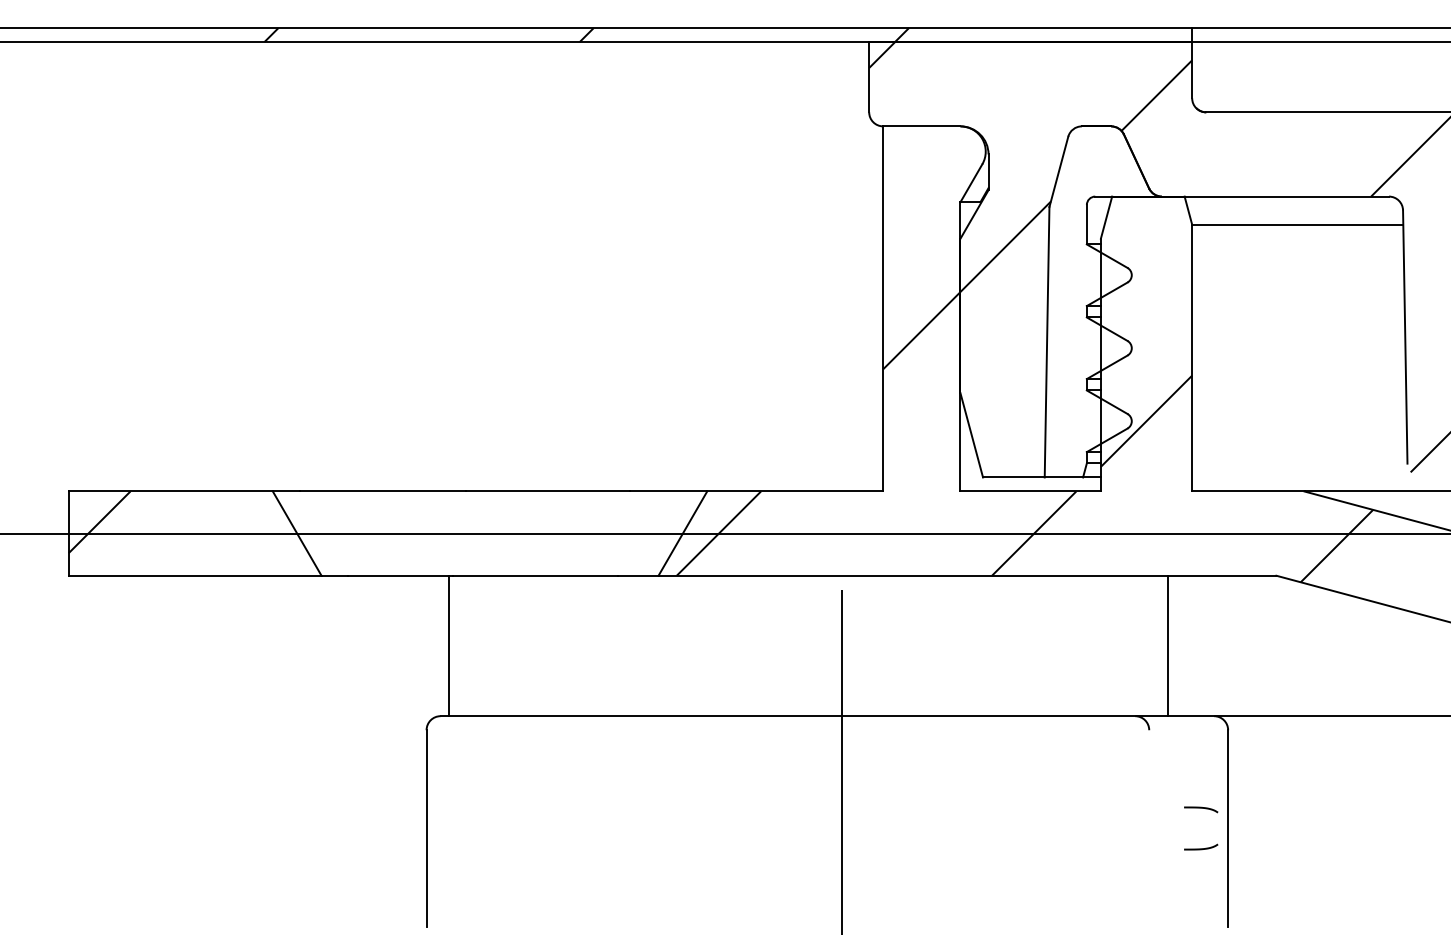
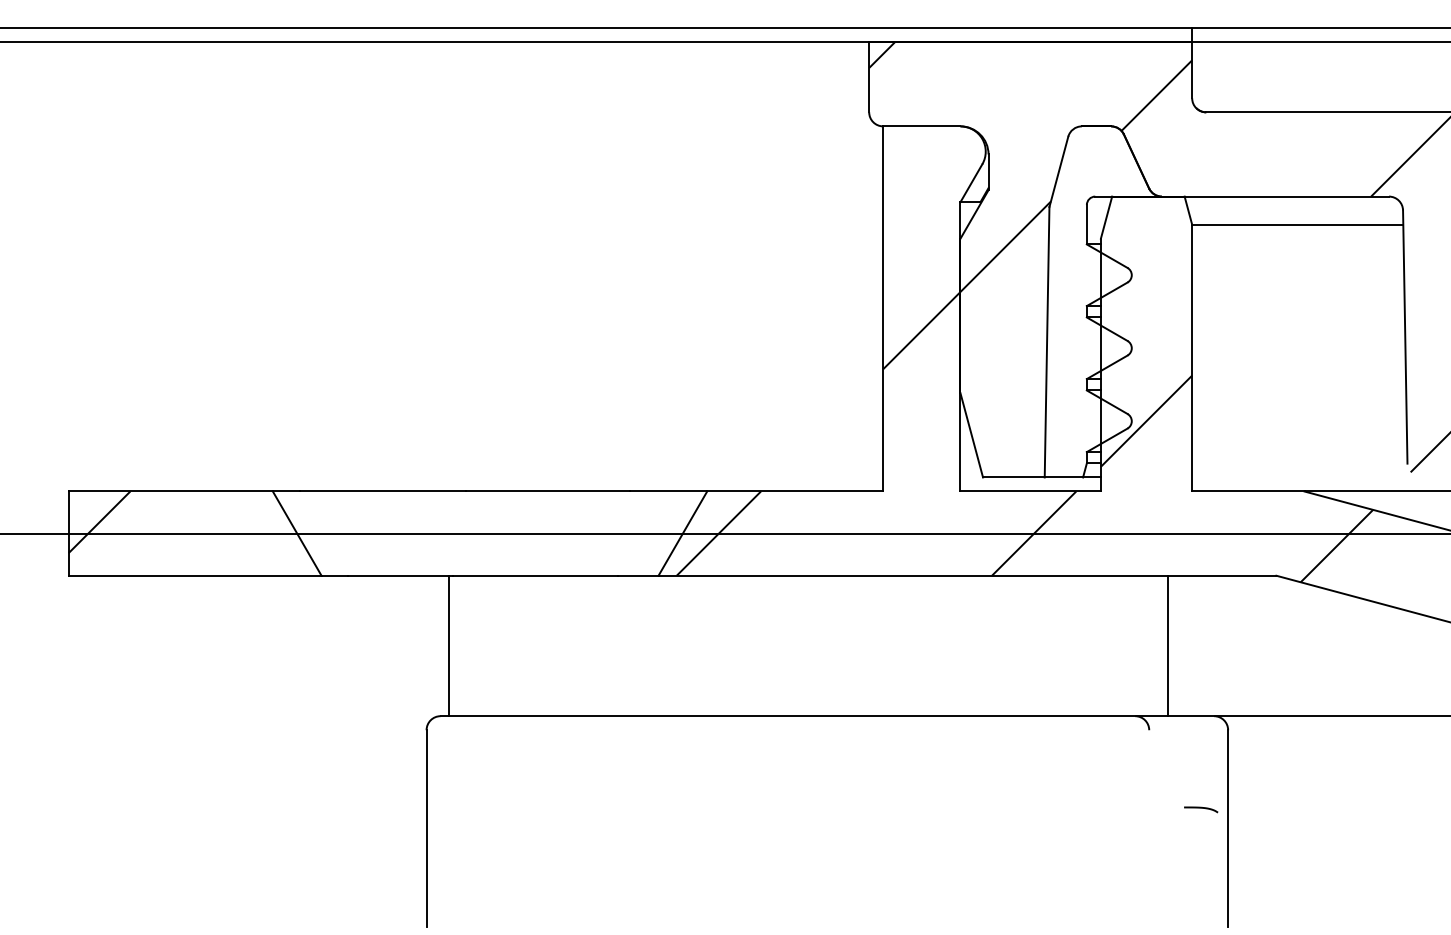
hatch at (586, 35): present -> none
line at (841, 760): present -> none
curve at (1201, 848): present -> none
